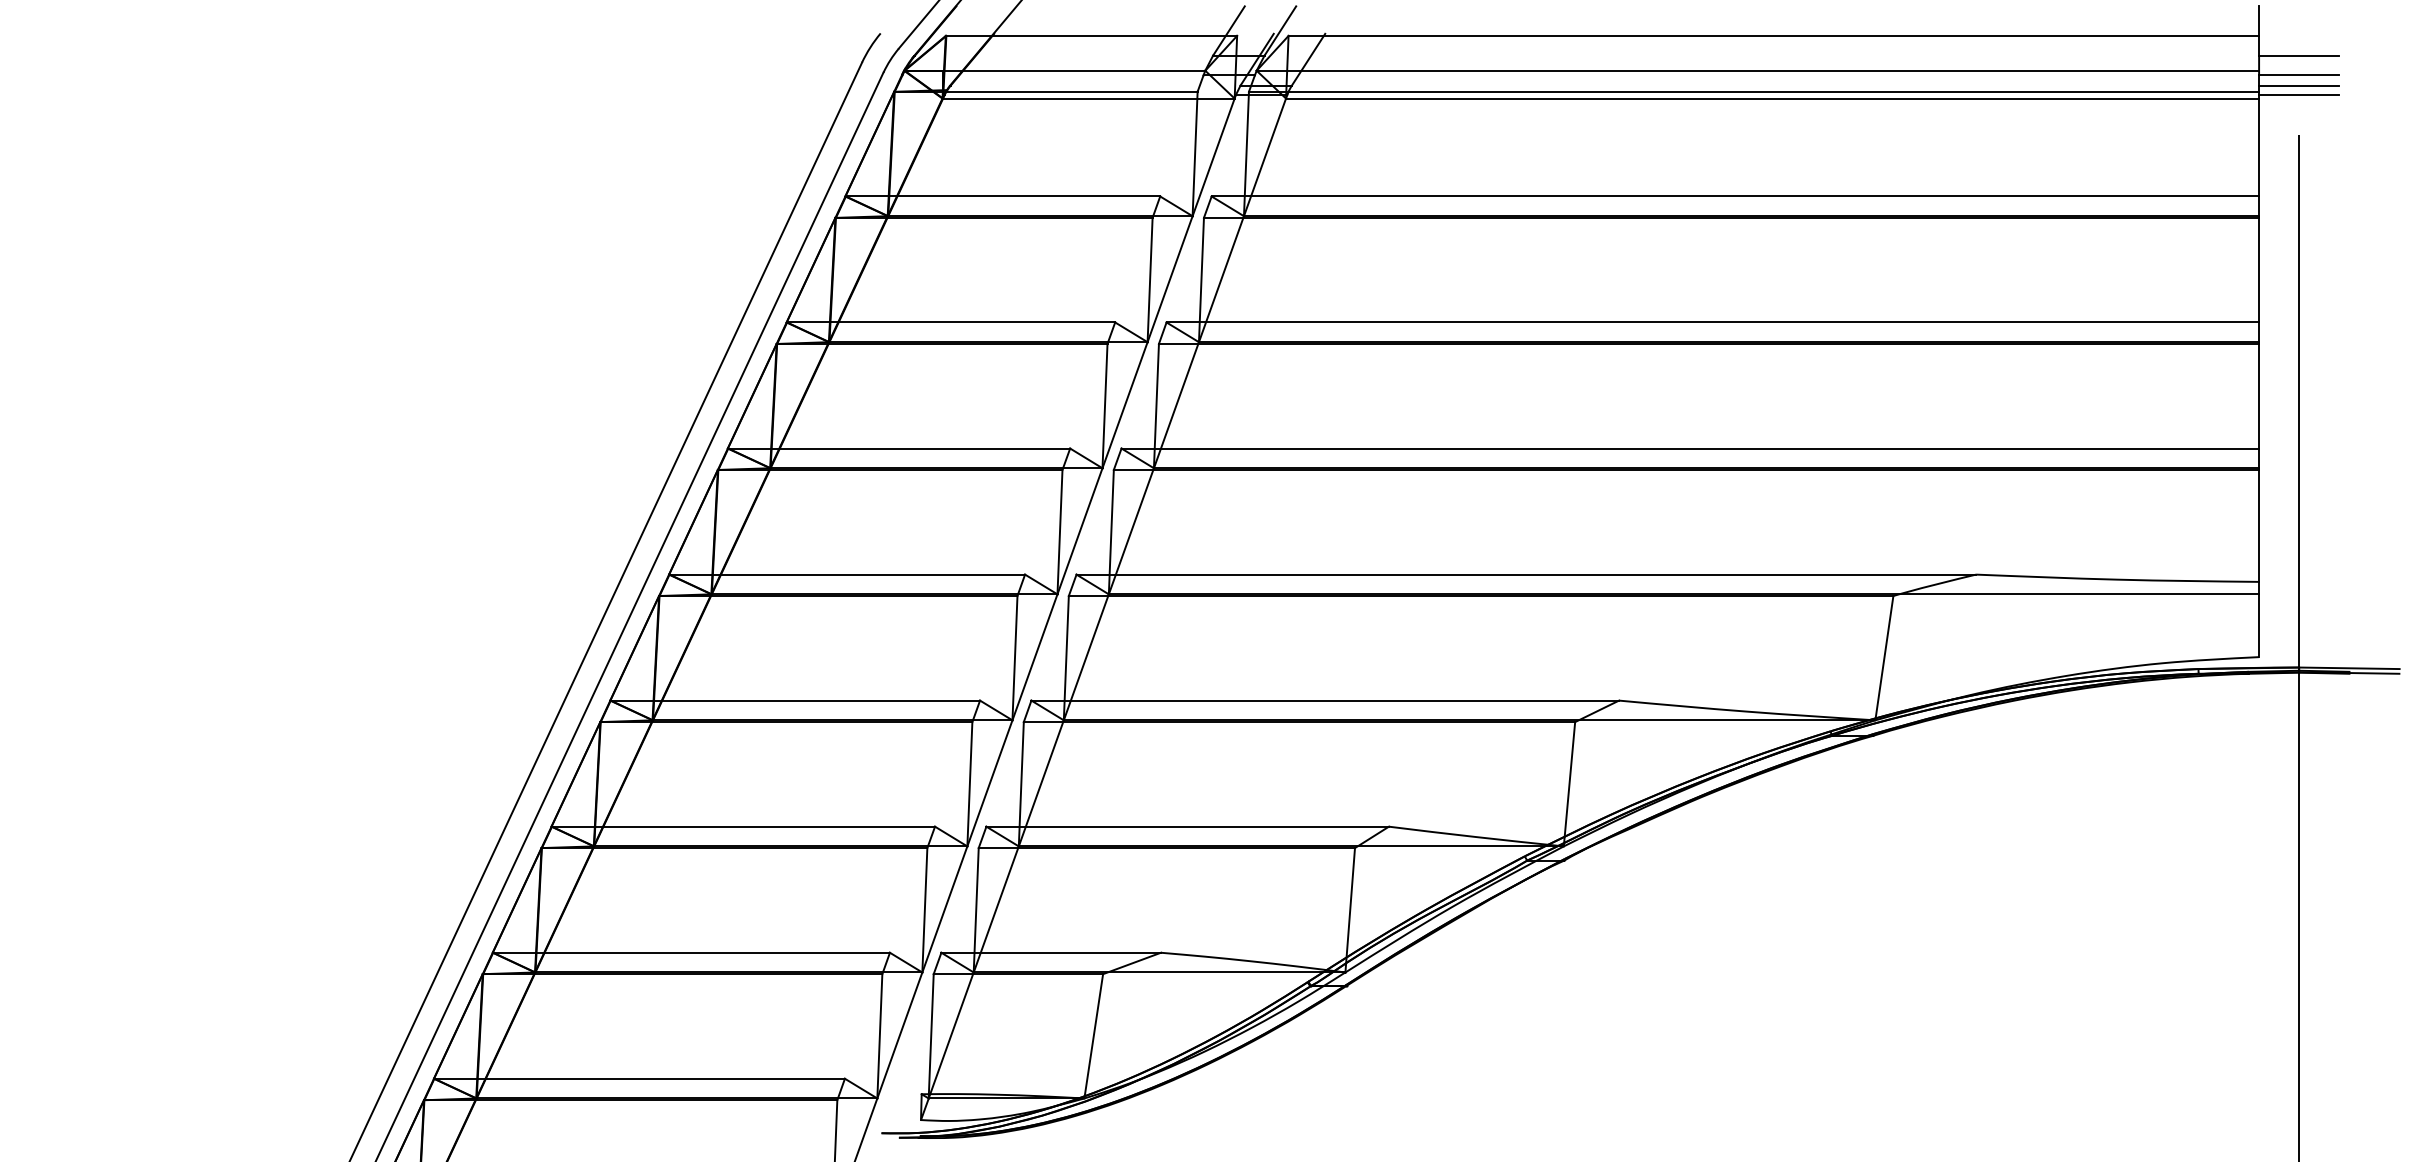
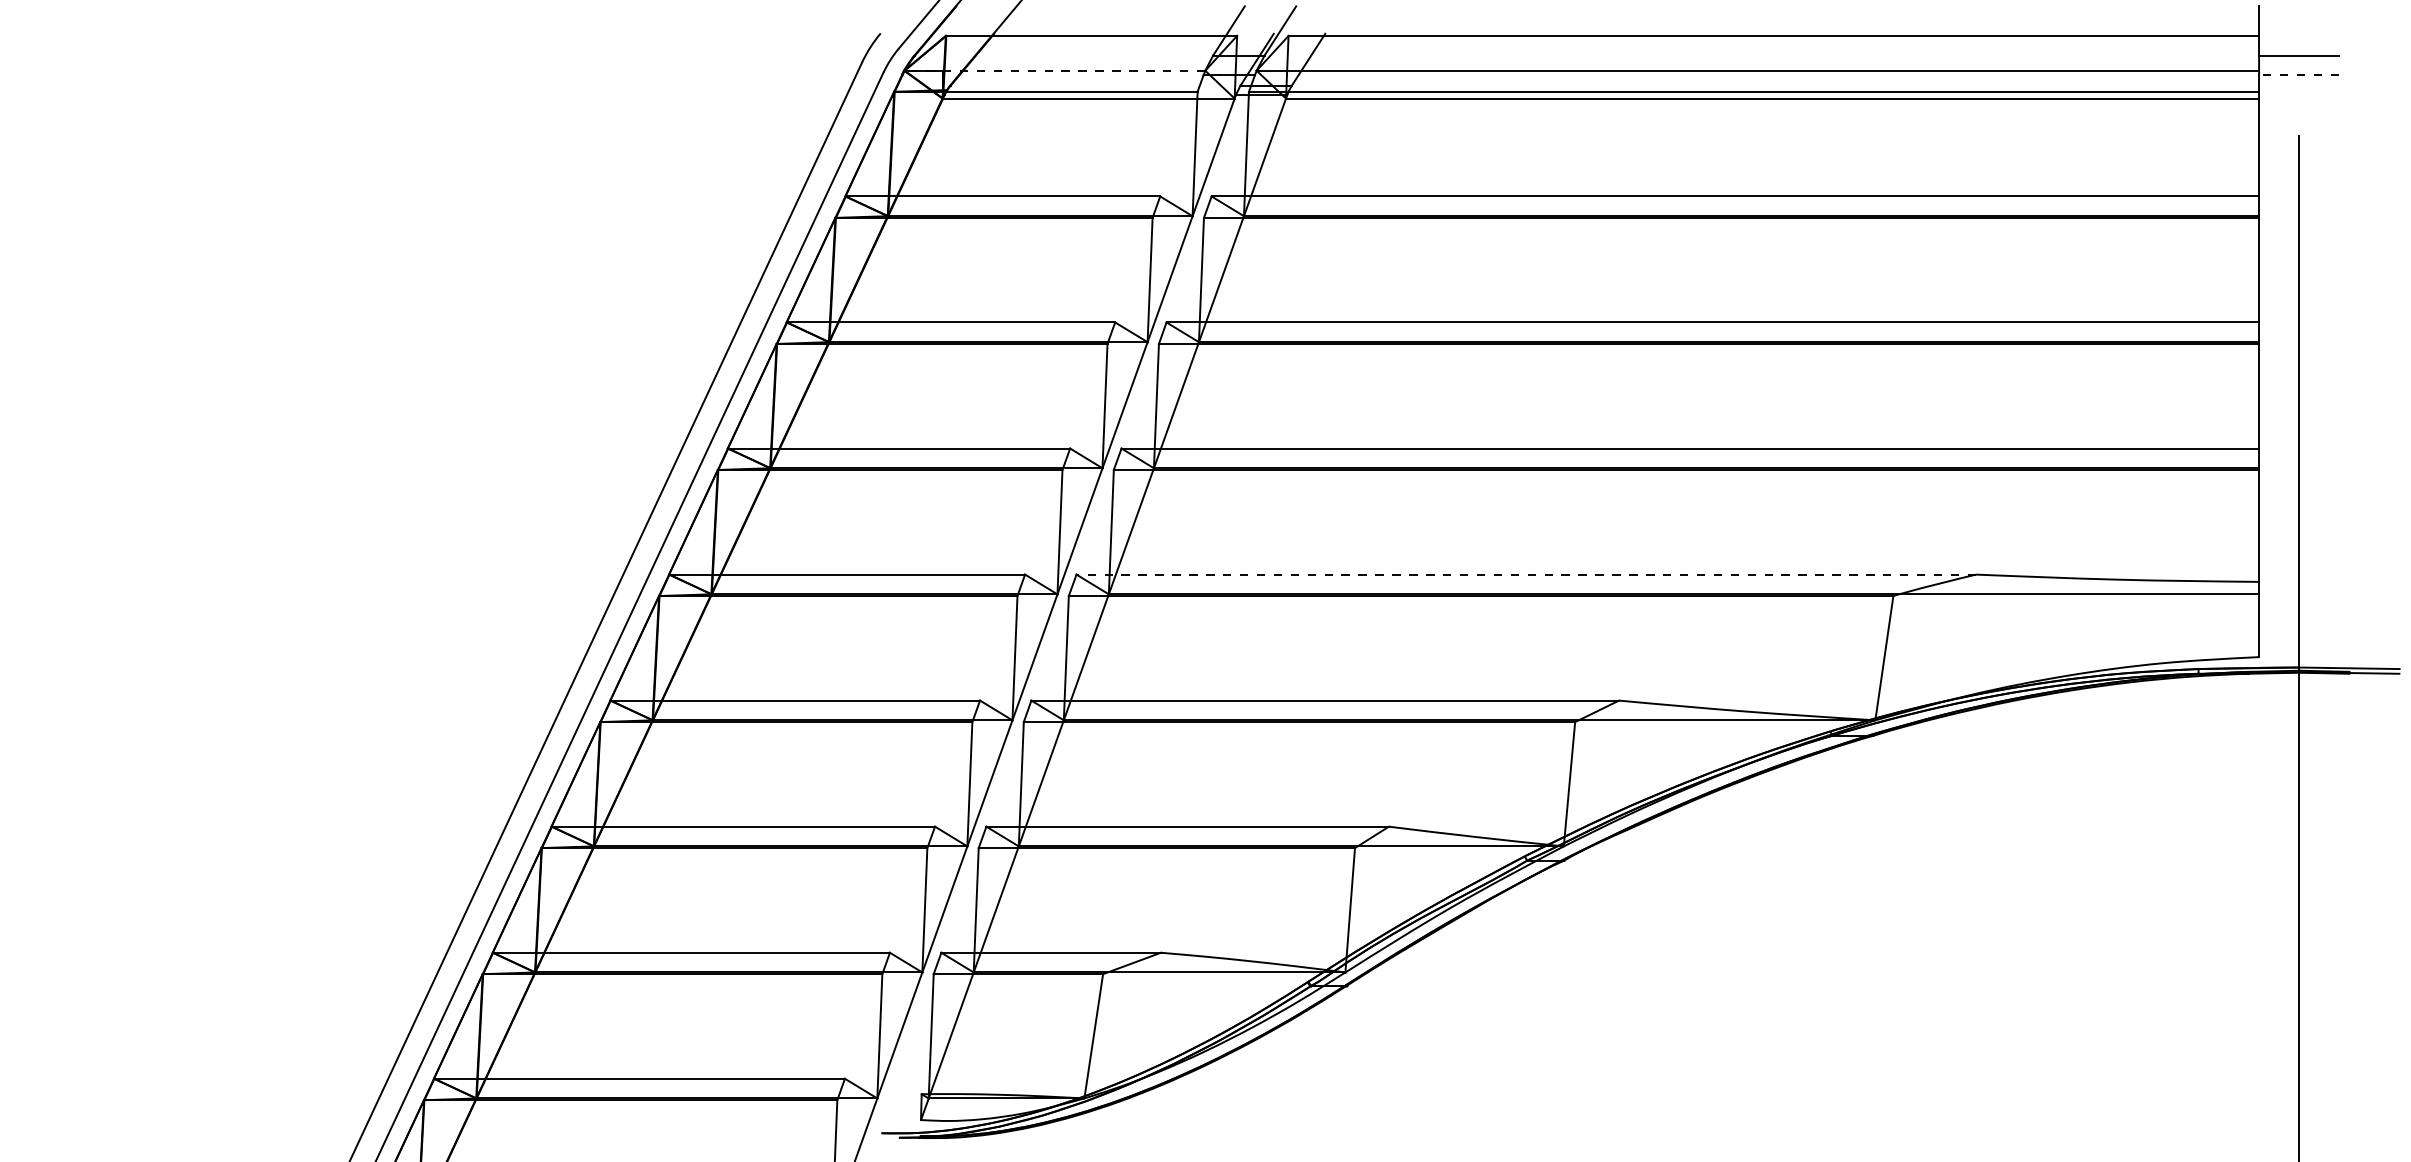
line at (1054, 70): solid -> dashed
line at (2299, 75): solid -> dashed
line at (2299, 85): present -> none
line at (2299, 95): present -> none
line at (1526, 574): solid -> dashed
